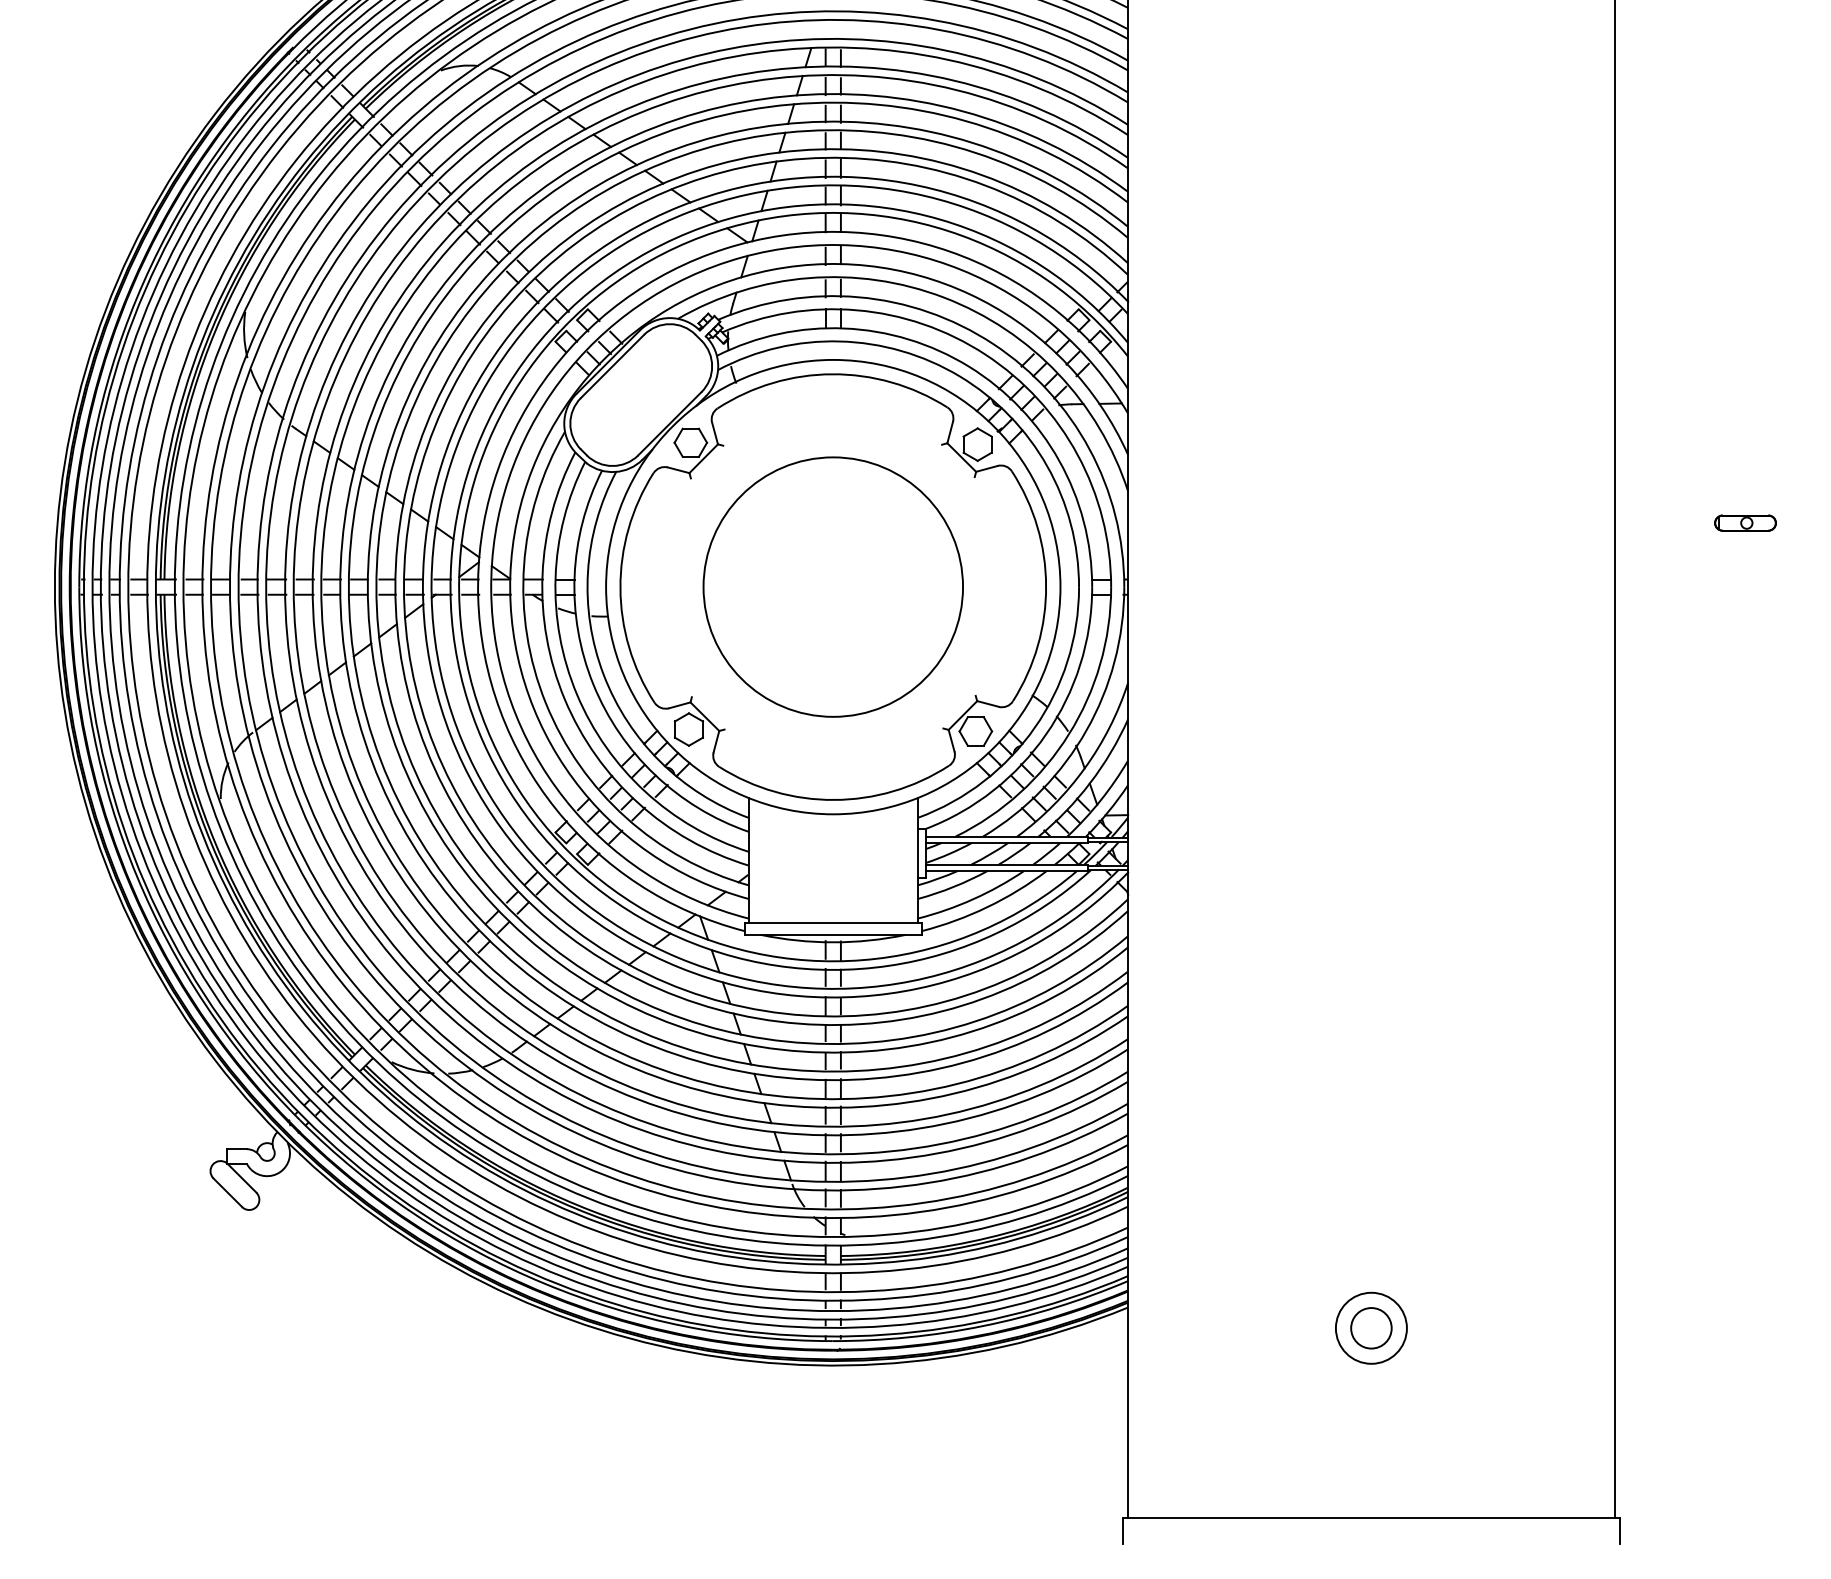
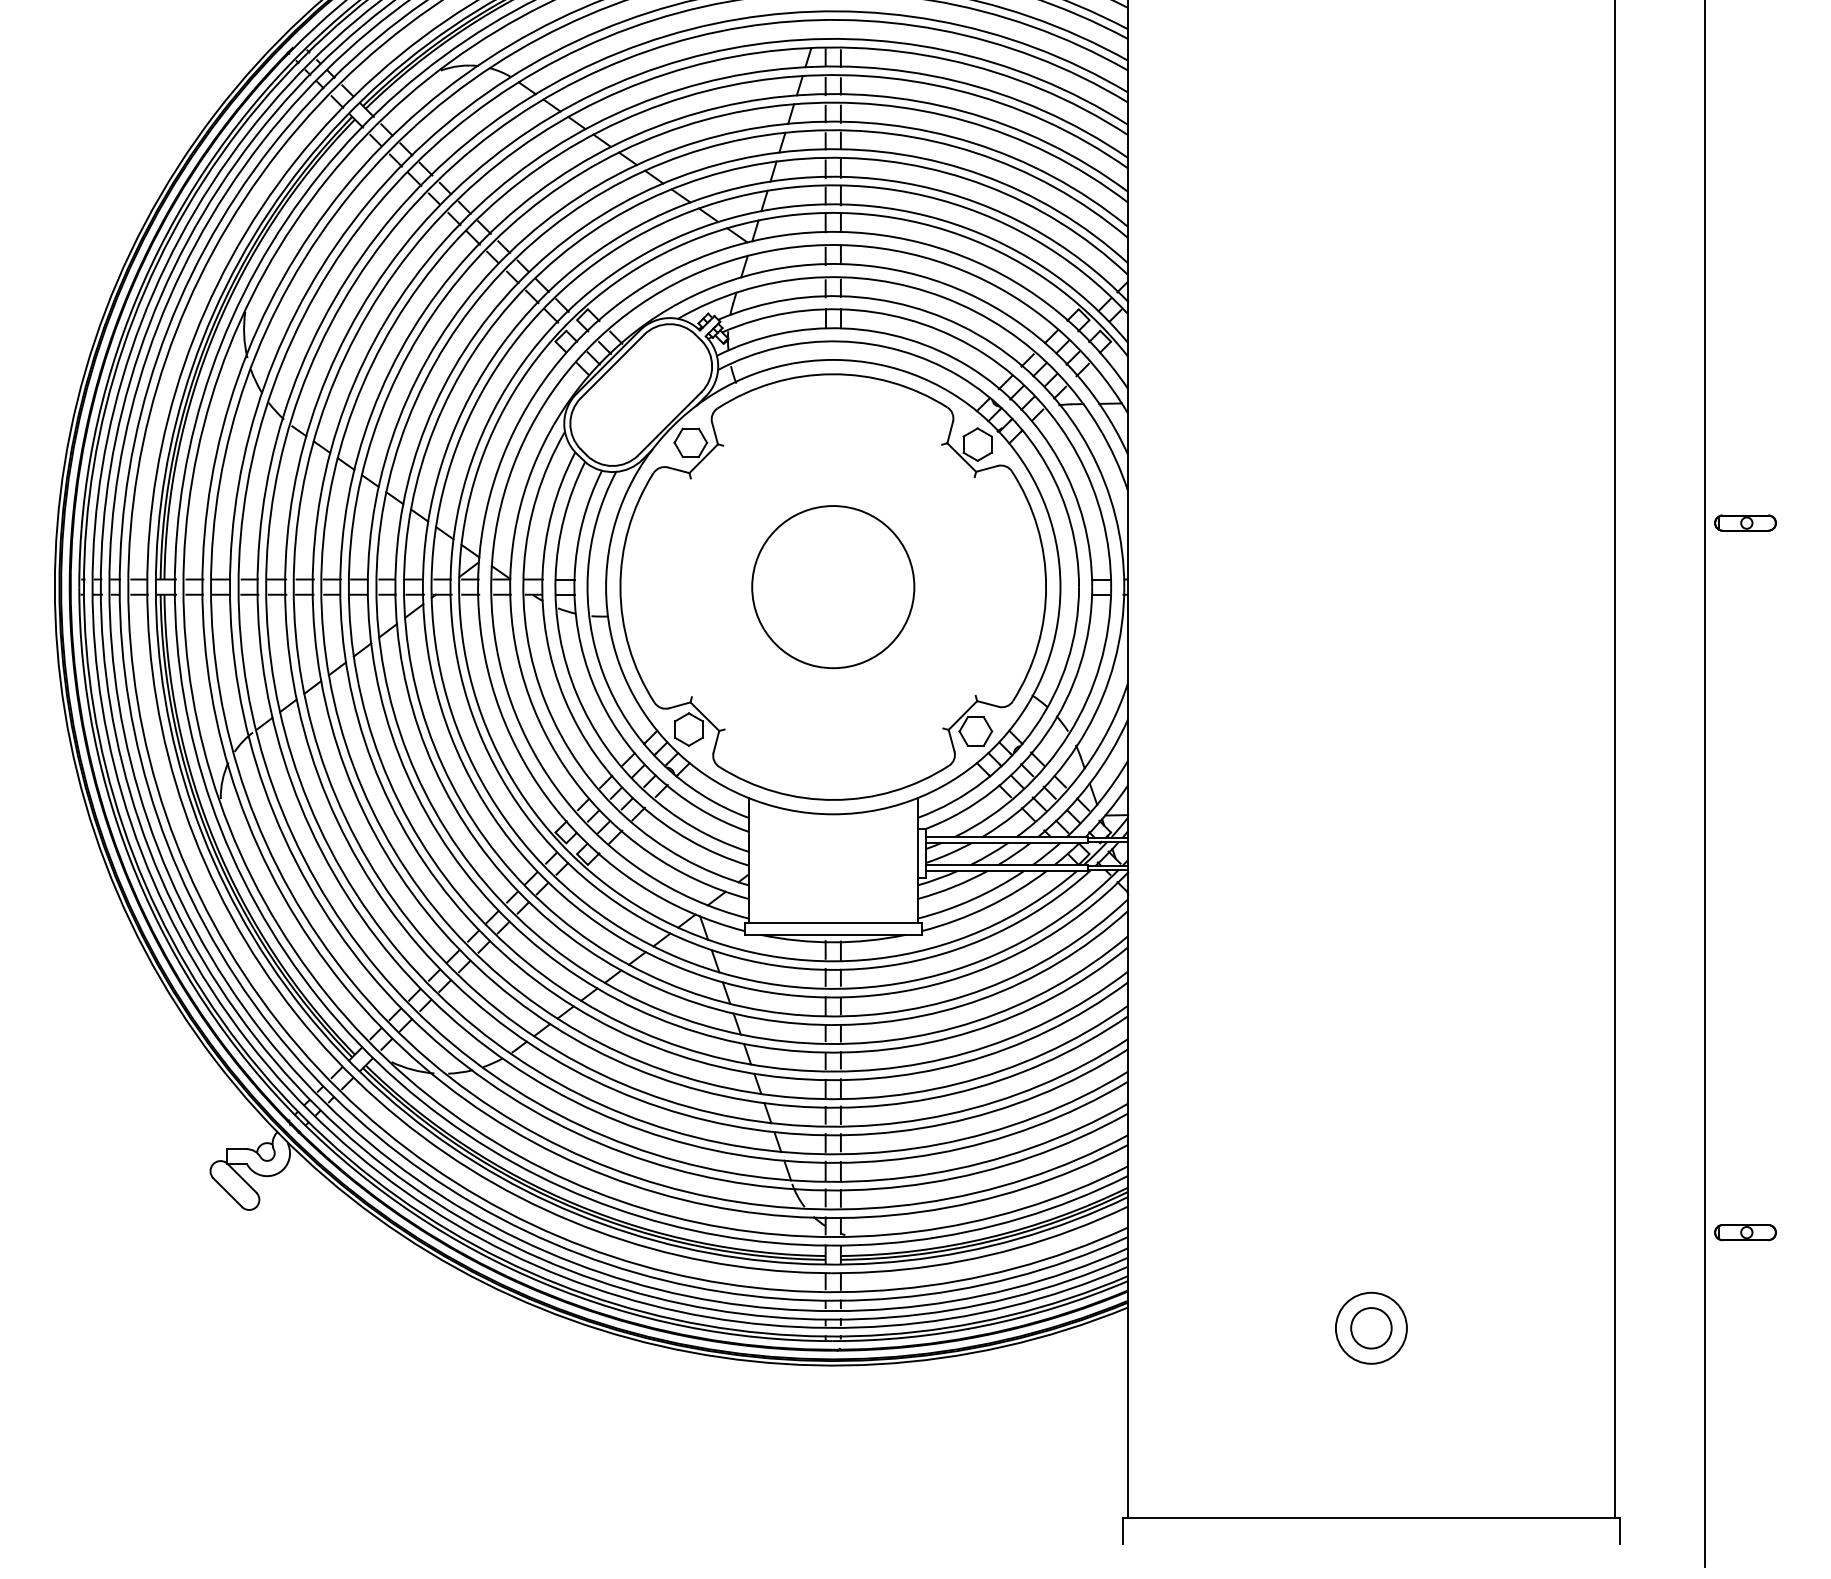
circle at (833, 586) diameter: 259 px -> 162 px
line at (1704, 784): none -> present
part at (1745, 1232): none -> present
